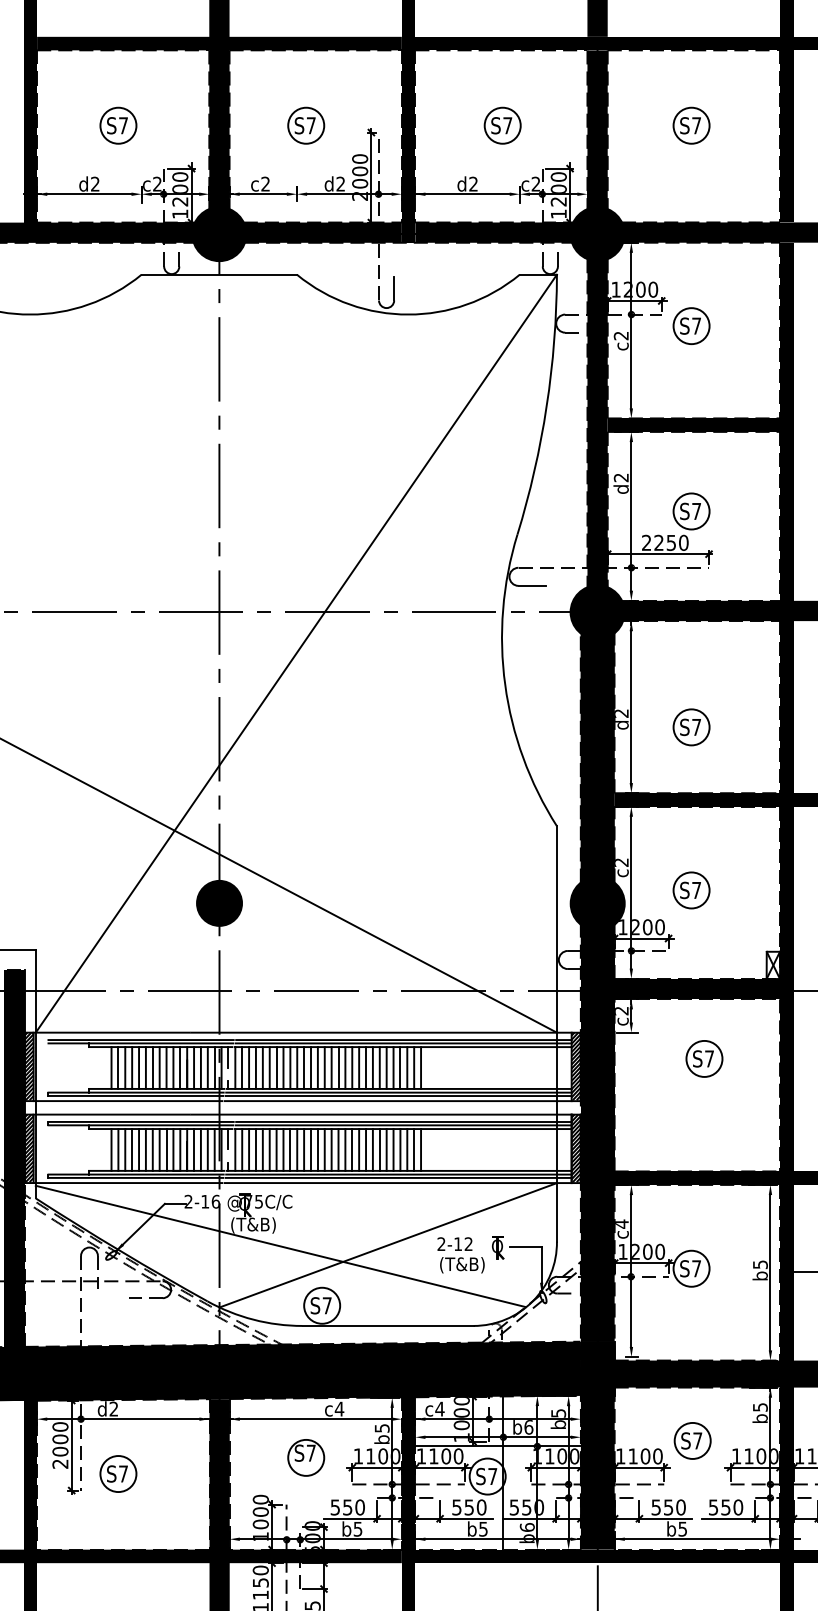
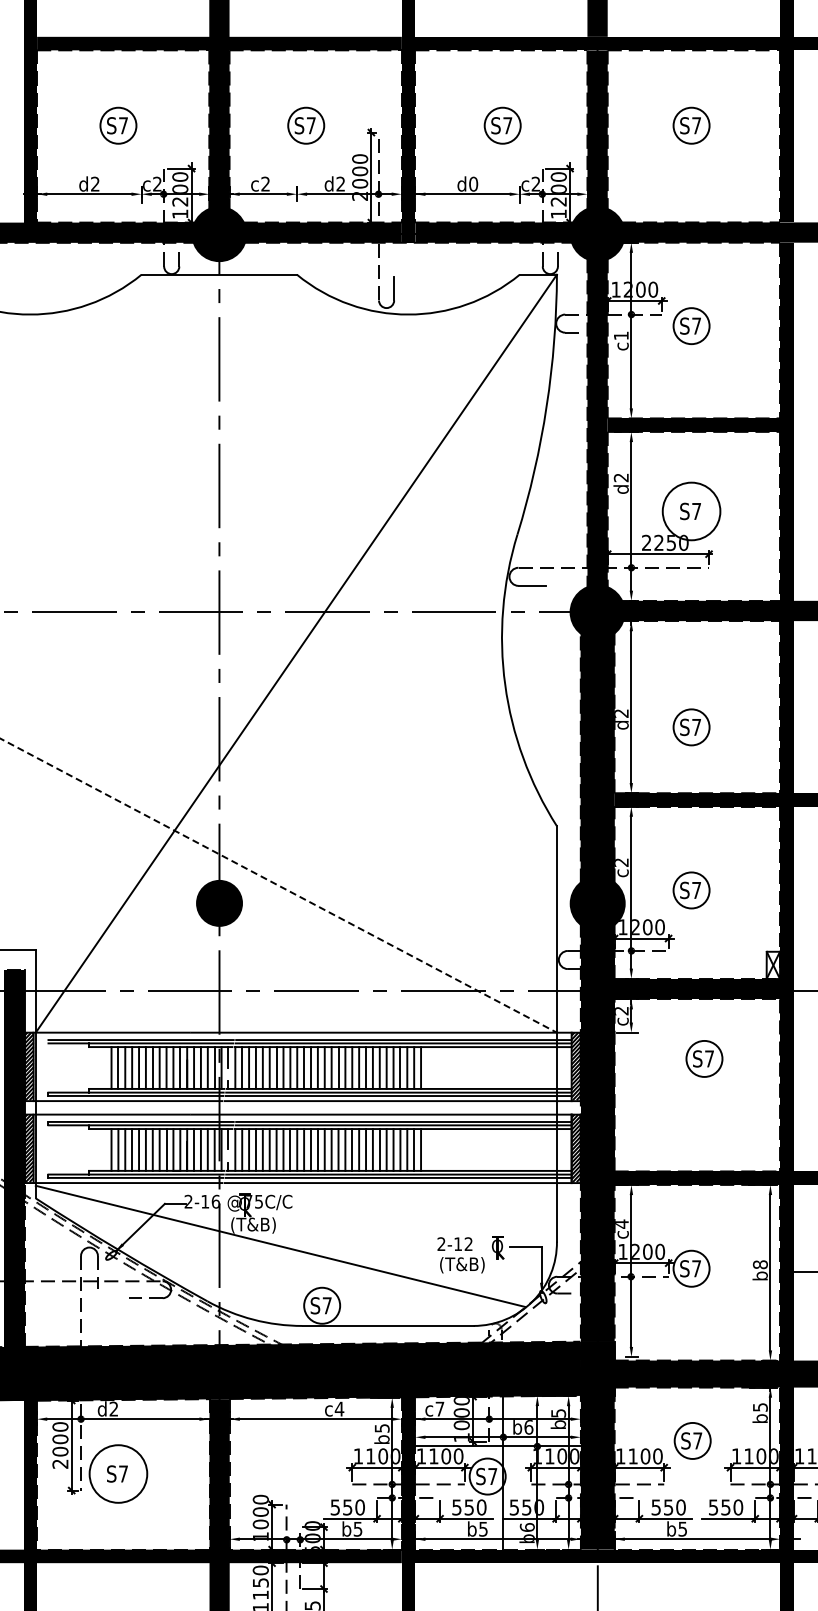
text at (473, 183): d2 -> d0
text at (620, 335): c2 -> c1
circle at (691, 511) diameter: 36 px -> 58 px
line at (278, 885): solid -> dashed
line at (387, 1245): present -> none
text at (759, 1264): b5 -> b8
text at (439, 1408): c4 -> c7
part at (306, 1457): present -> none
circle at (118, 1474) diameter: 36 px -> 58 px
